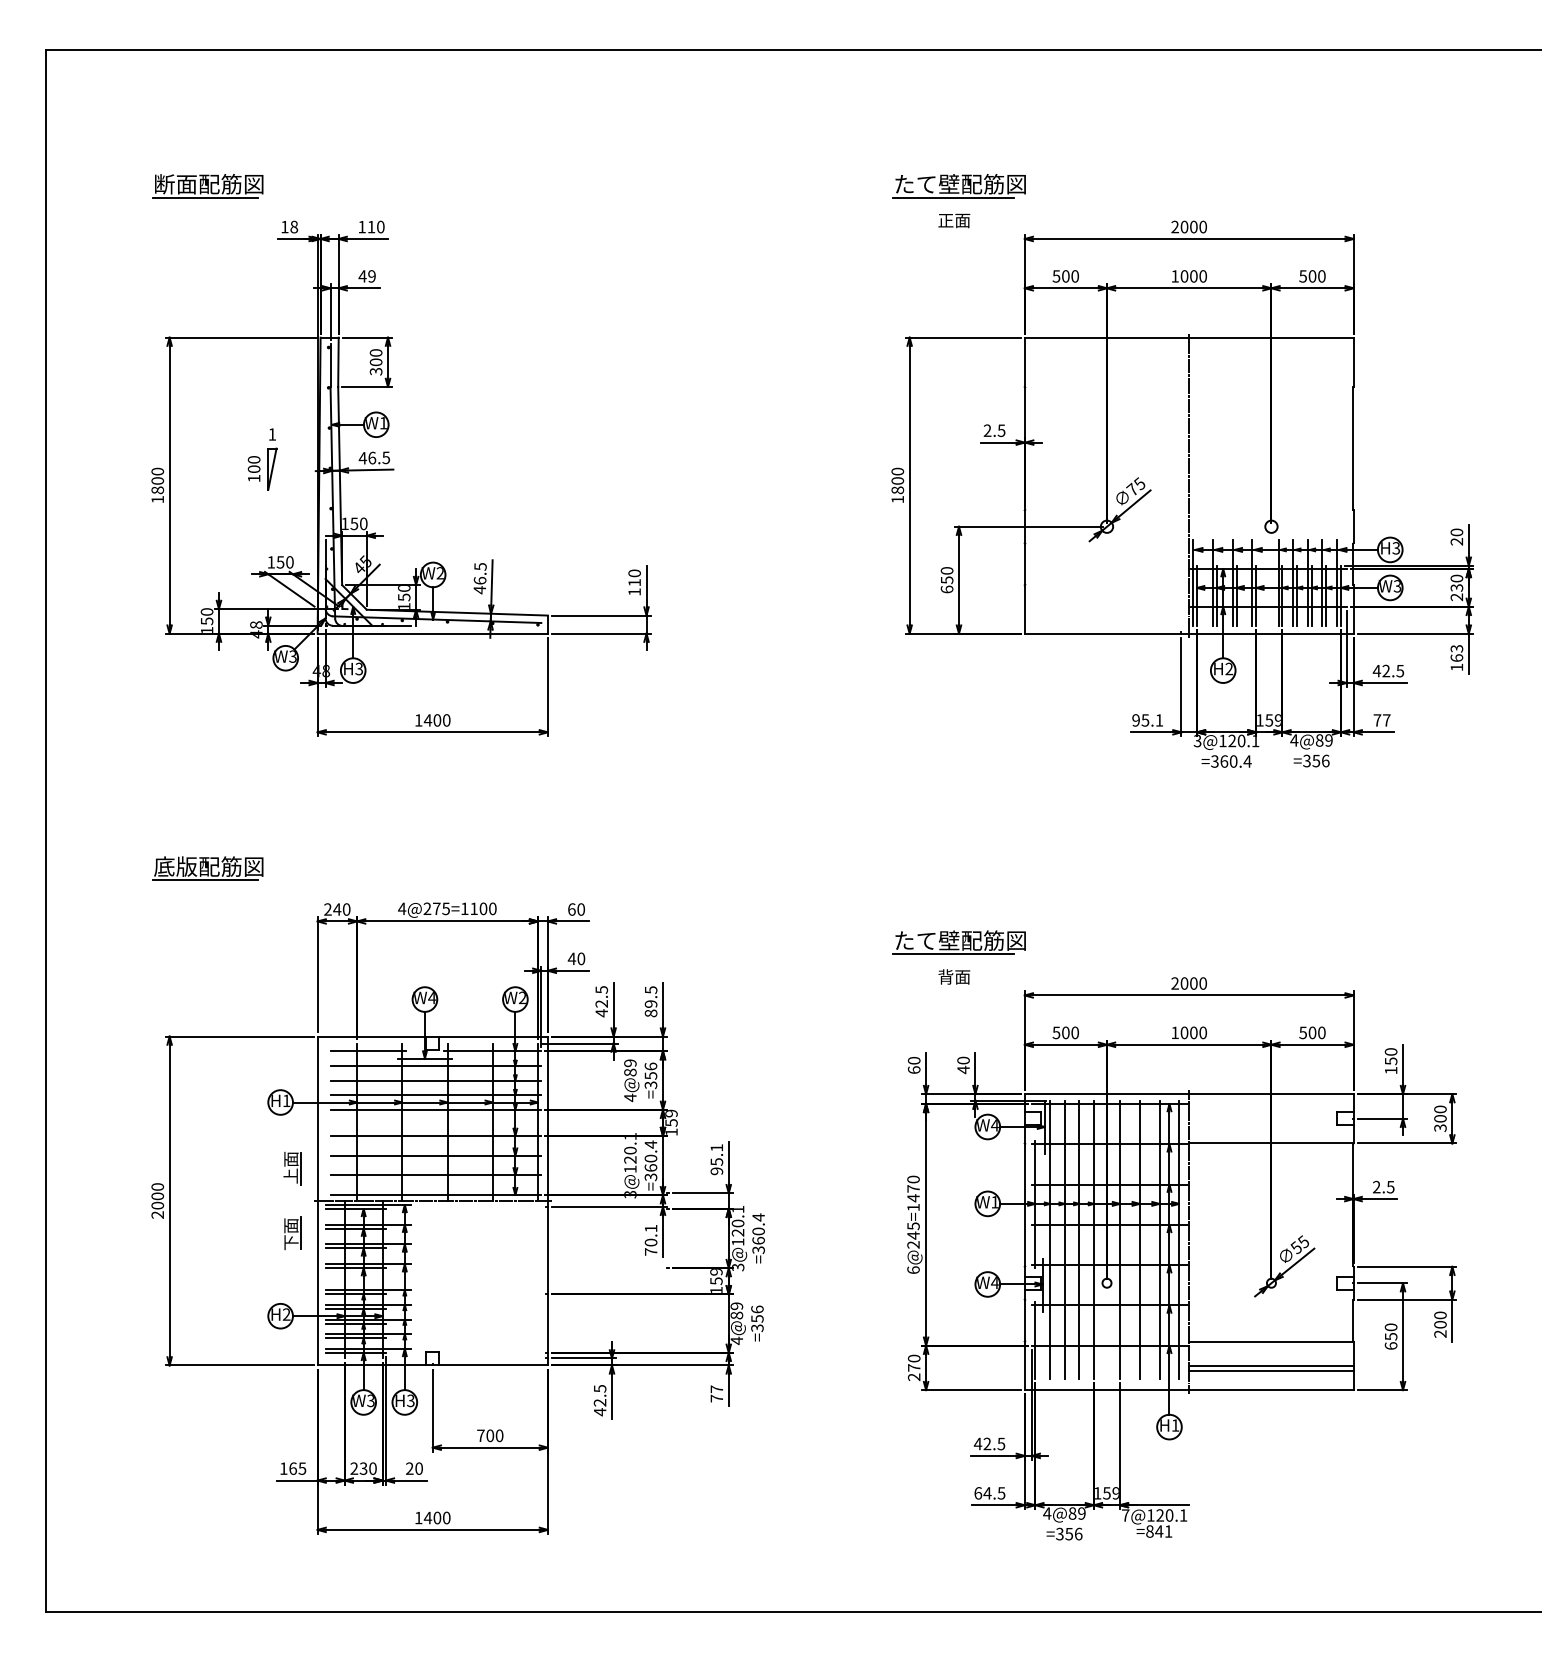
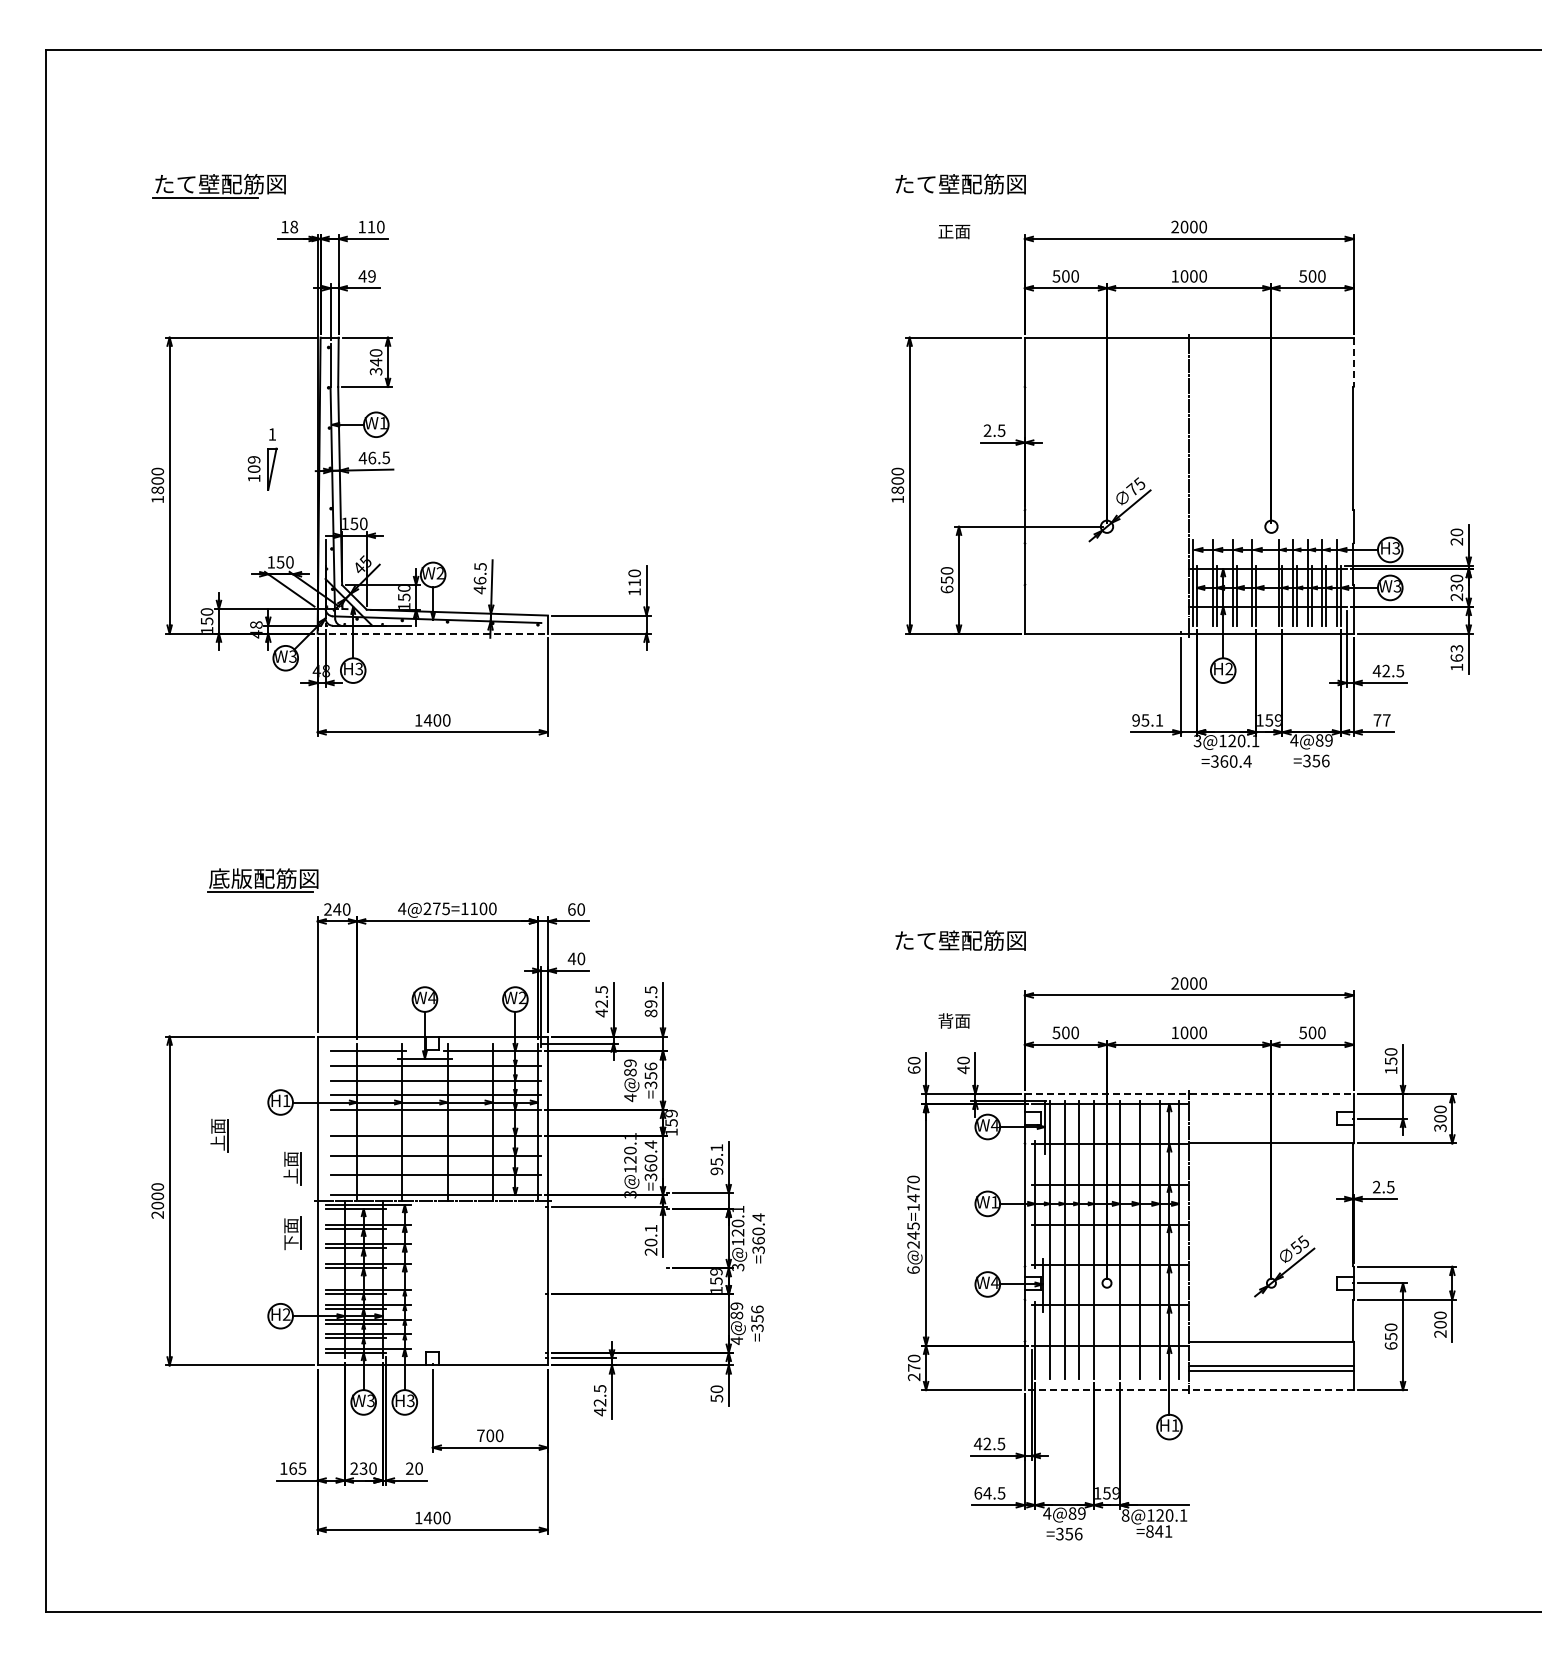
text at (220, 183): 断面配筋図 -> たて壁配筋図
line at (953, 197): present -> none
text at (954, 220) position: (954, 220) -> (954, 231)
text at (375, 362): 300 -> 340
line at (1353, 362): solid -> dashed
text at (254, 459): 100 -> 109
line at (433, 633): solid -> dashed
part at (207, 868) position: (207, 868) -> (262, 880)
line at (953, 954): present -> none
text at (954, 976) position: (954, 976) -> (954, 1020)
line at (1189, 1094): solid -> dashed
part at (219, 1135): none -> present
text at (650, 1251): 70.1 -> 20.1
line at (1188, 1390): solid -> dashed
text at (716, 1393): 77 -> 50
text at (1125, 1515): 7@120.1 -> 8@120.1
